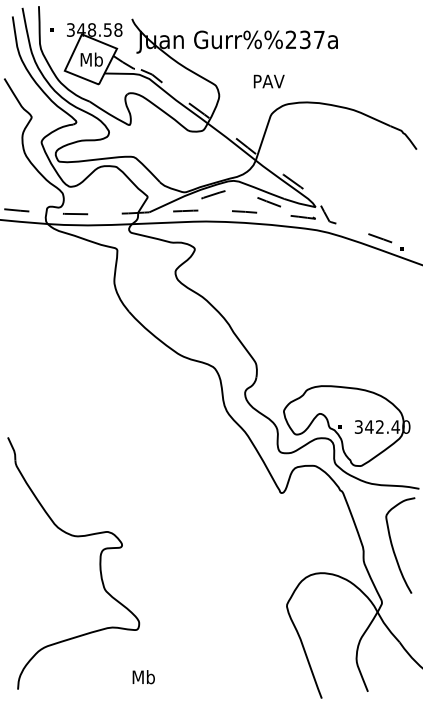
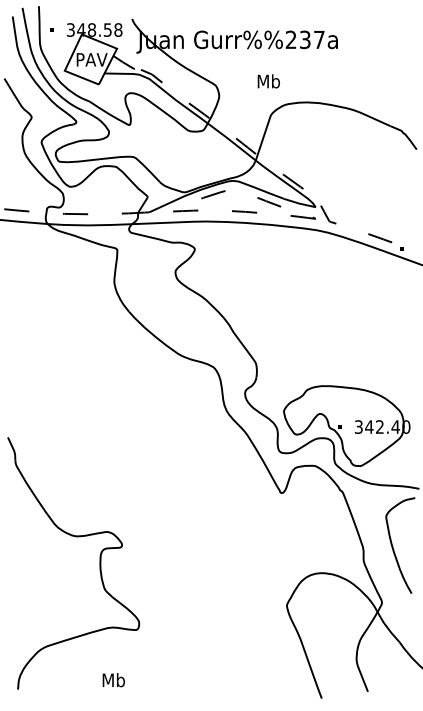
text at (91, 59): Mb -> PAV
text at (268, 81): PAV -> Mb
text at (143, 677) position: (143, 677) -> (113, 680)
